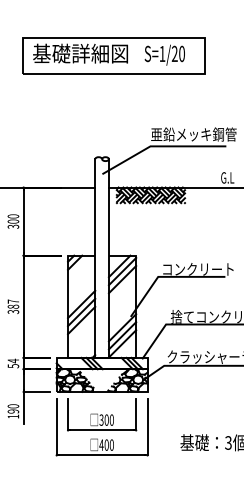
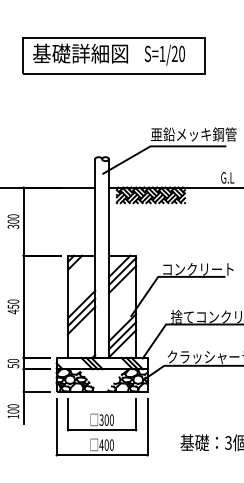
text at (13, 306): 387 -> 450
text at (13, 360): 54 -> 50
text at (13, 411): 190 -> 100
